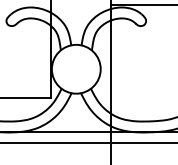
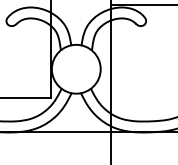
line at (88, 143): present -> none
